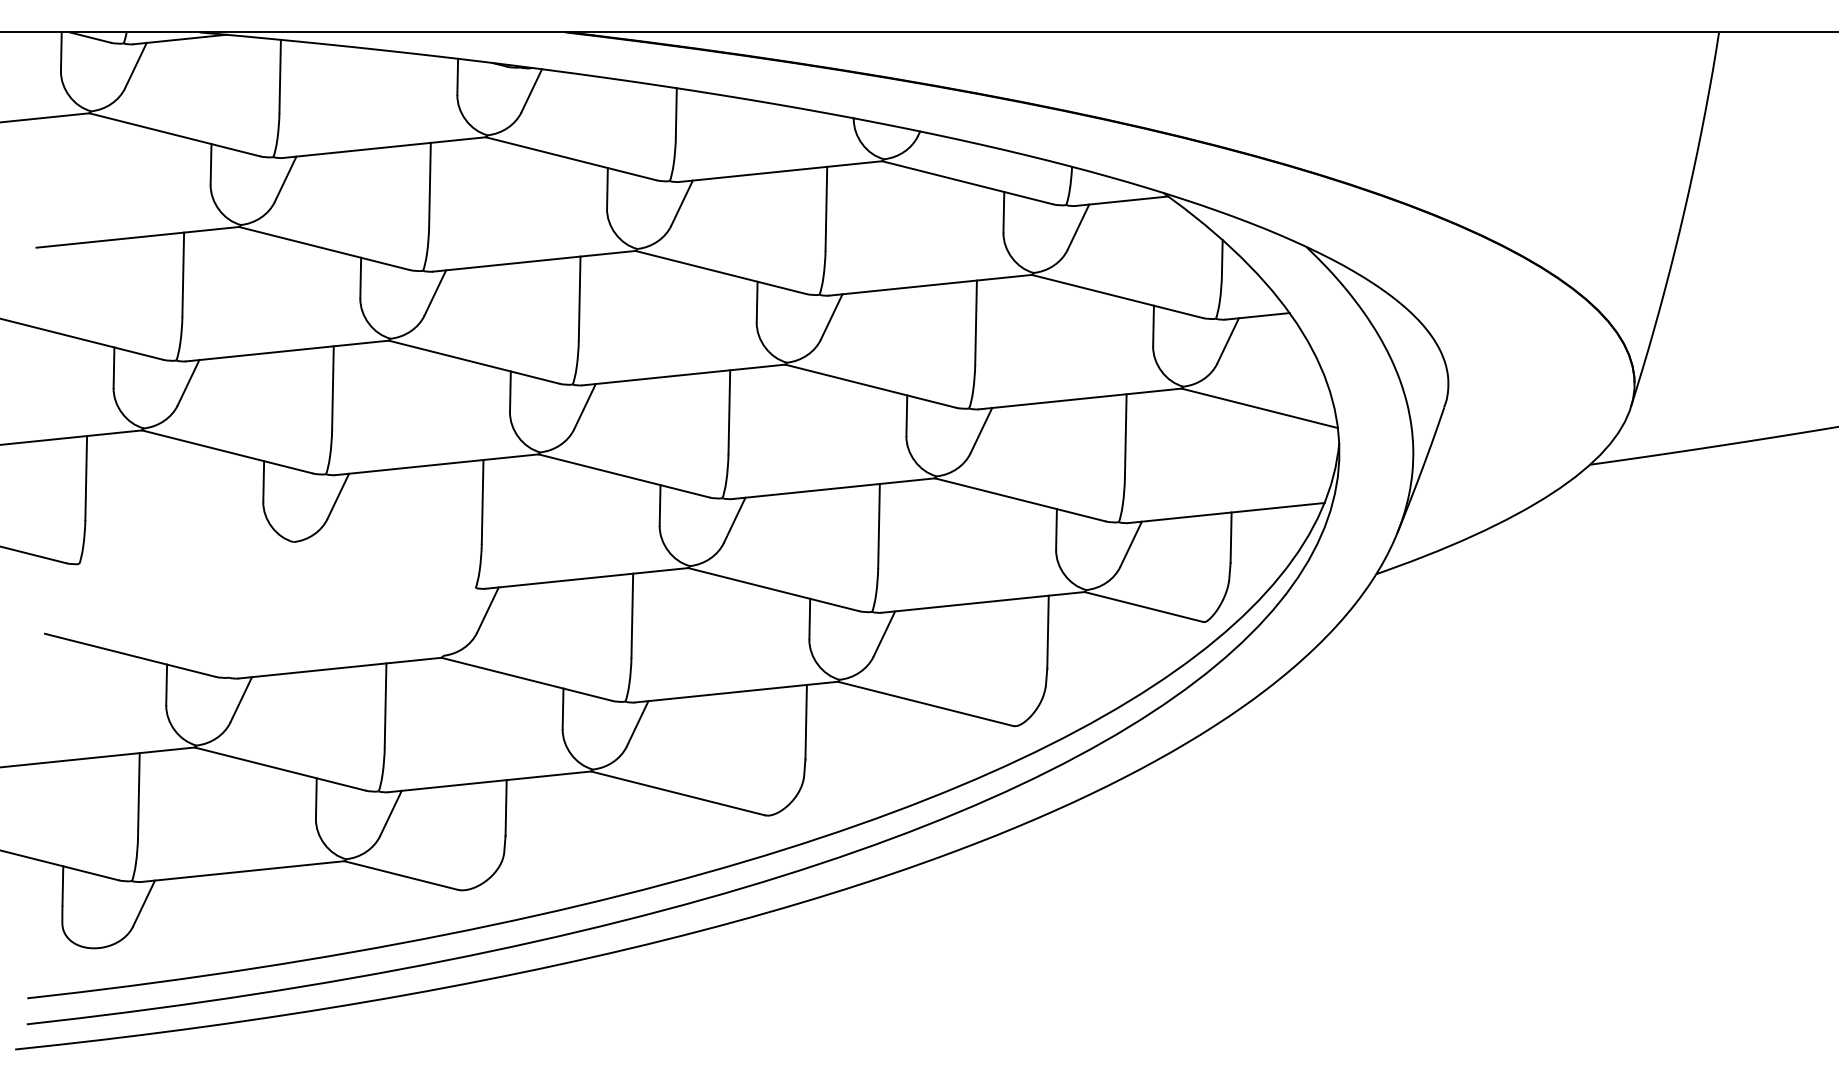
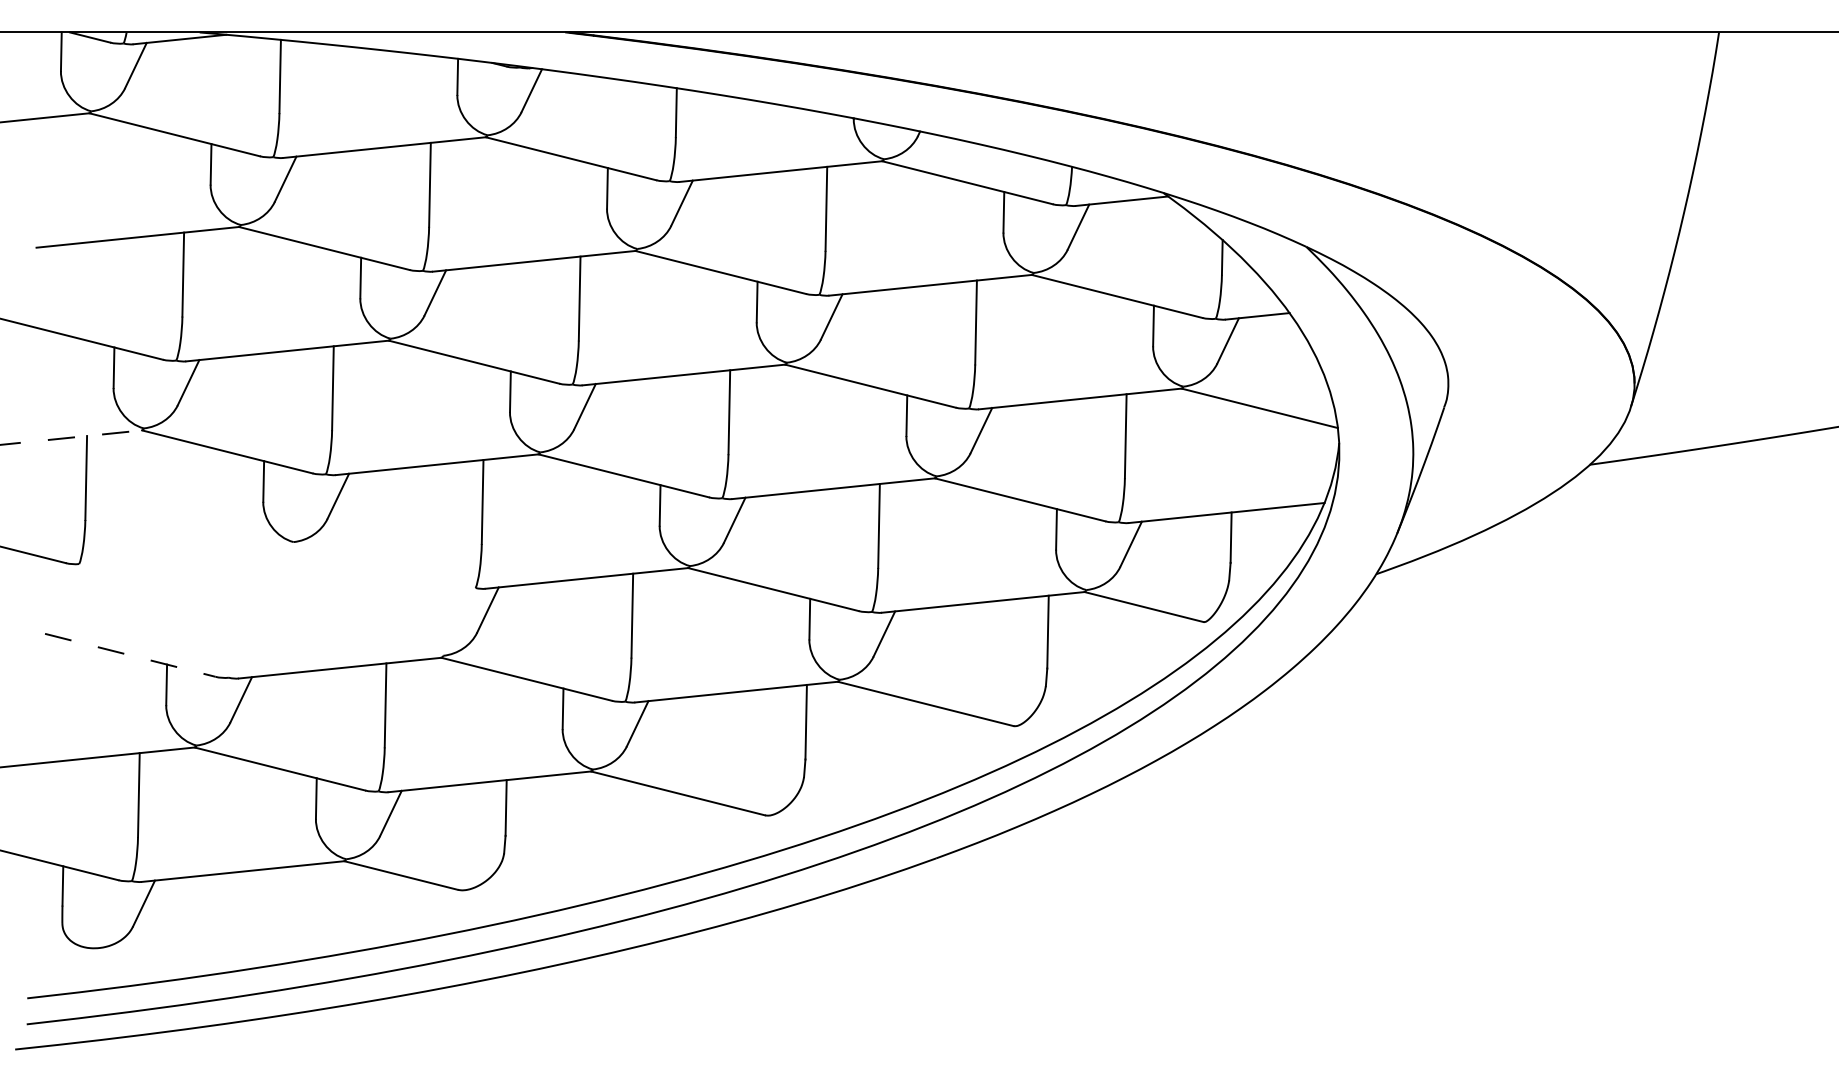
line at (71, 437): solid -> dashed
line at (130, 655): solid -> dashed
